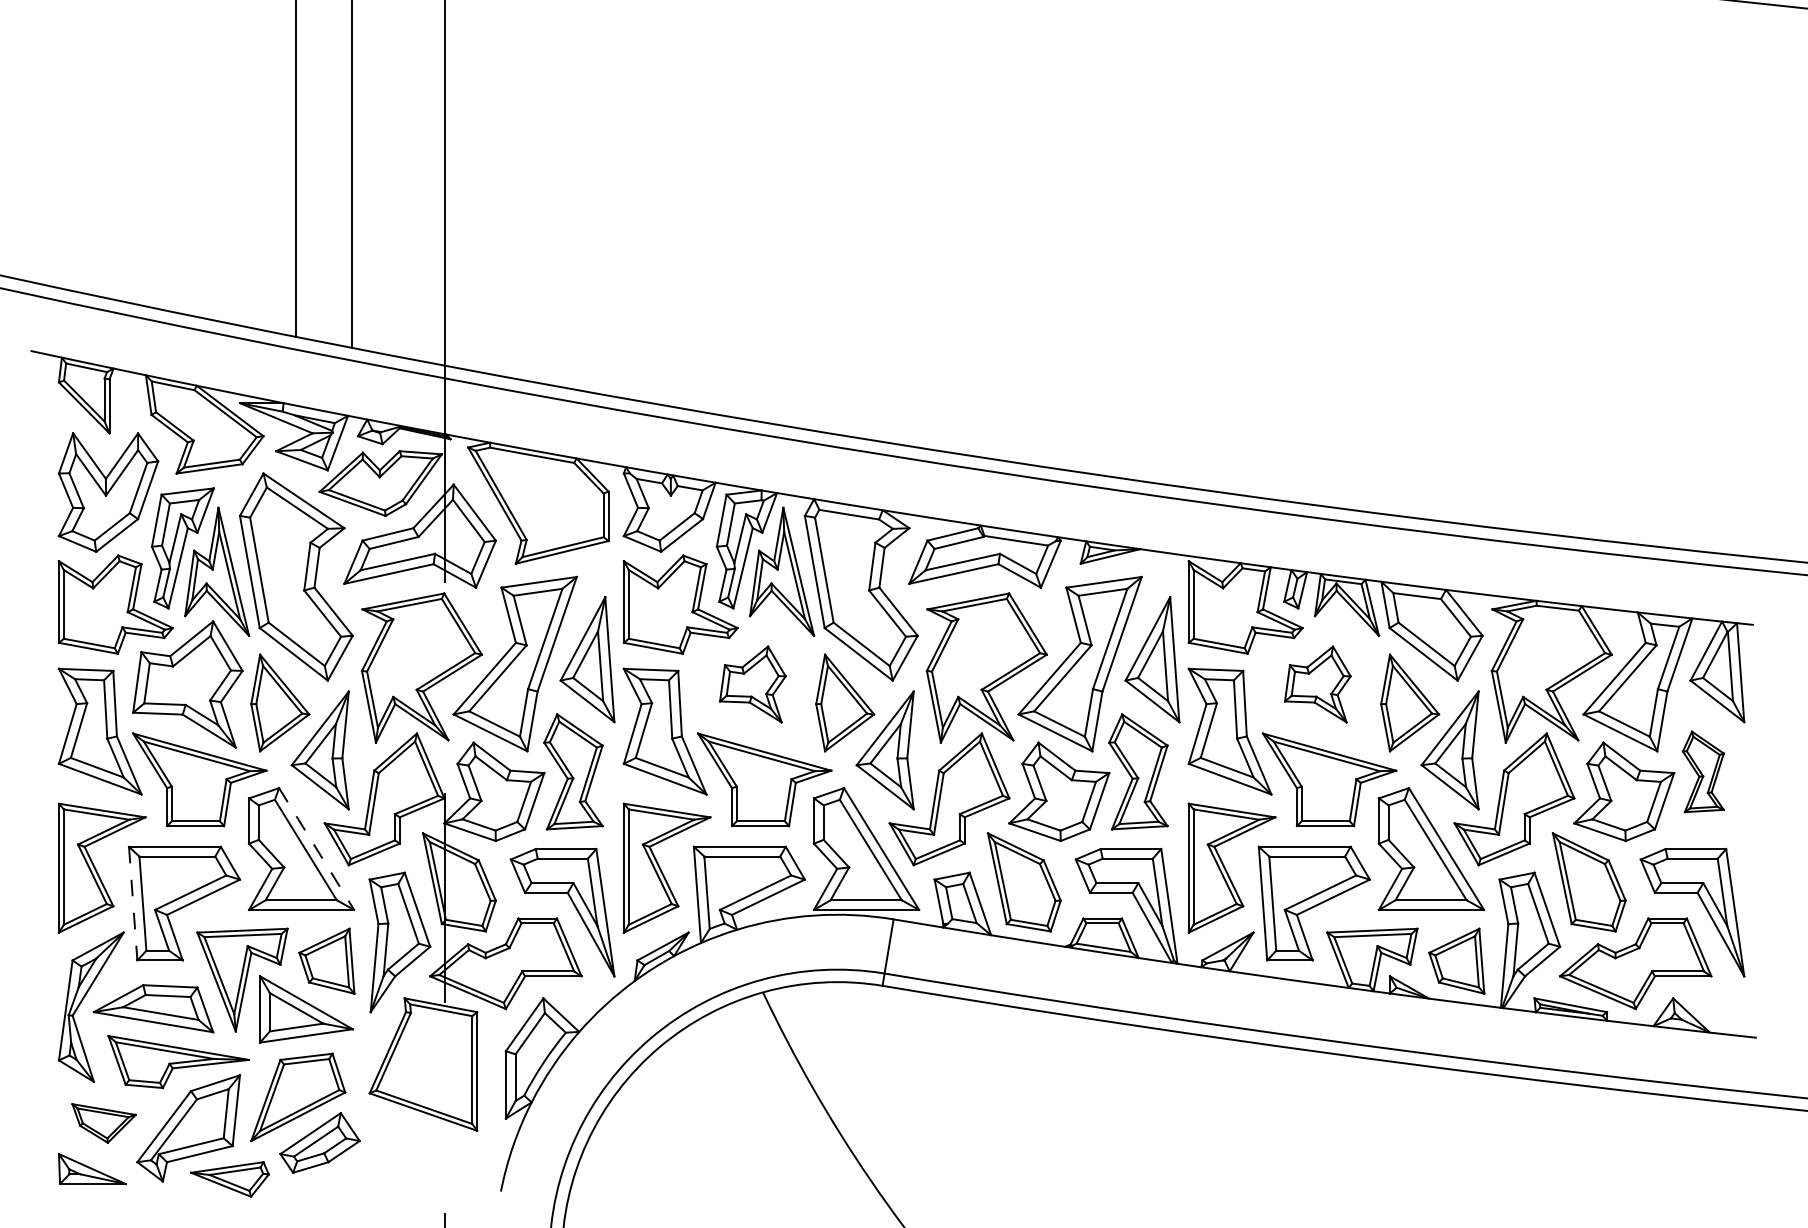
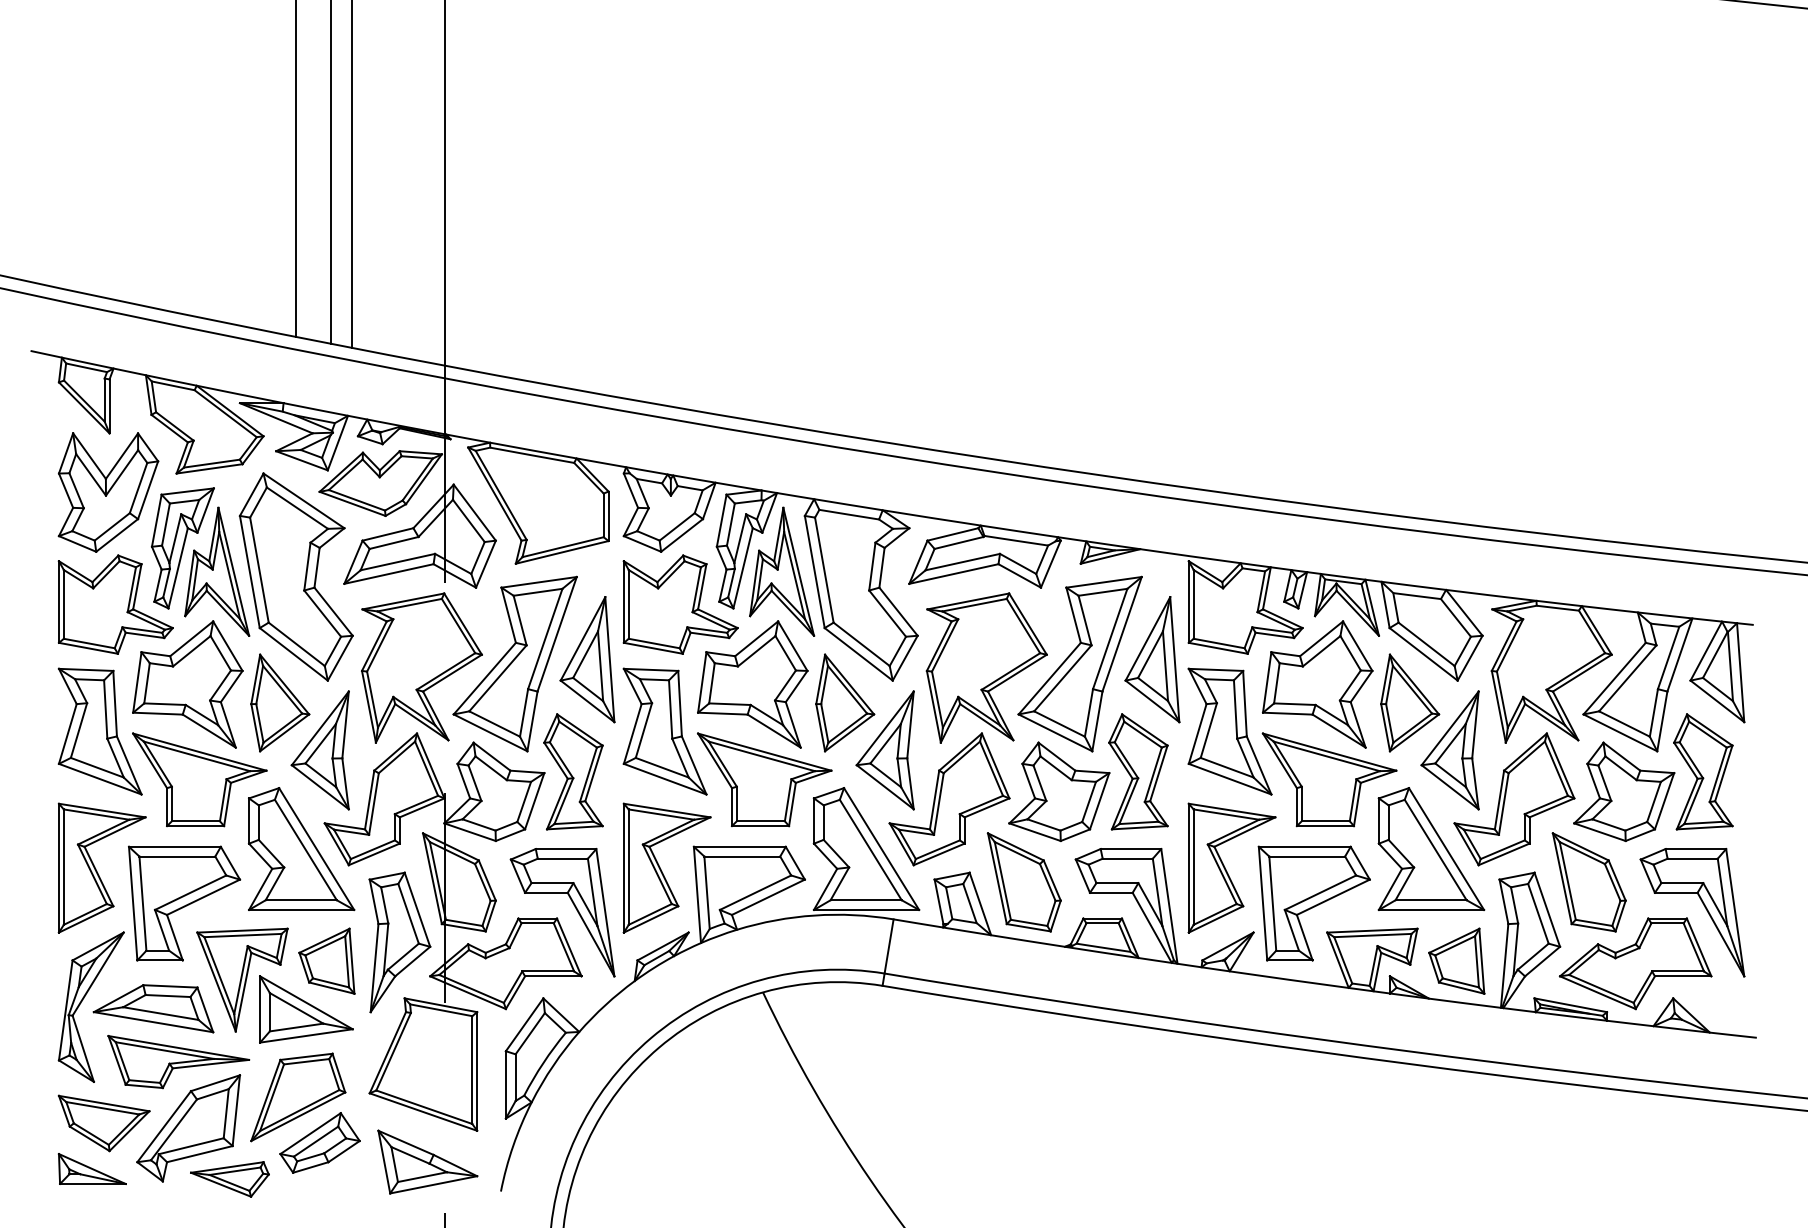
line at (331, 172): none -> present
part at (752, 684) size: 68x79 px -> 112x129 px
part at (1317, 684) size: 68x79 px -> 112x129 px
part at (1702, 771) size: 44x84 px -> 61x118 px
line at (316, 849): dashed -> solid
line at (133, 903): dashed -> solid
part at (103, 1123) size: 66x41 px -> 94x59 px
part at (427, 1161): none -> present
